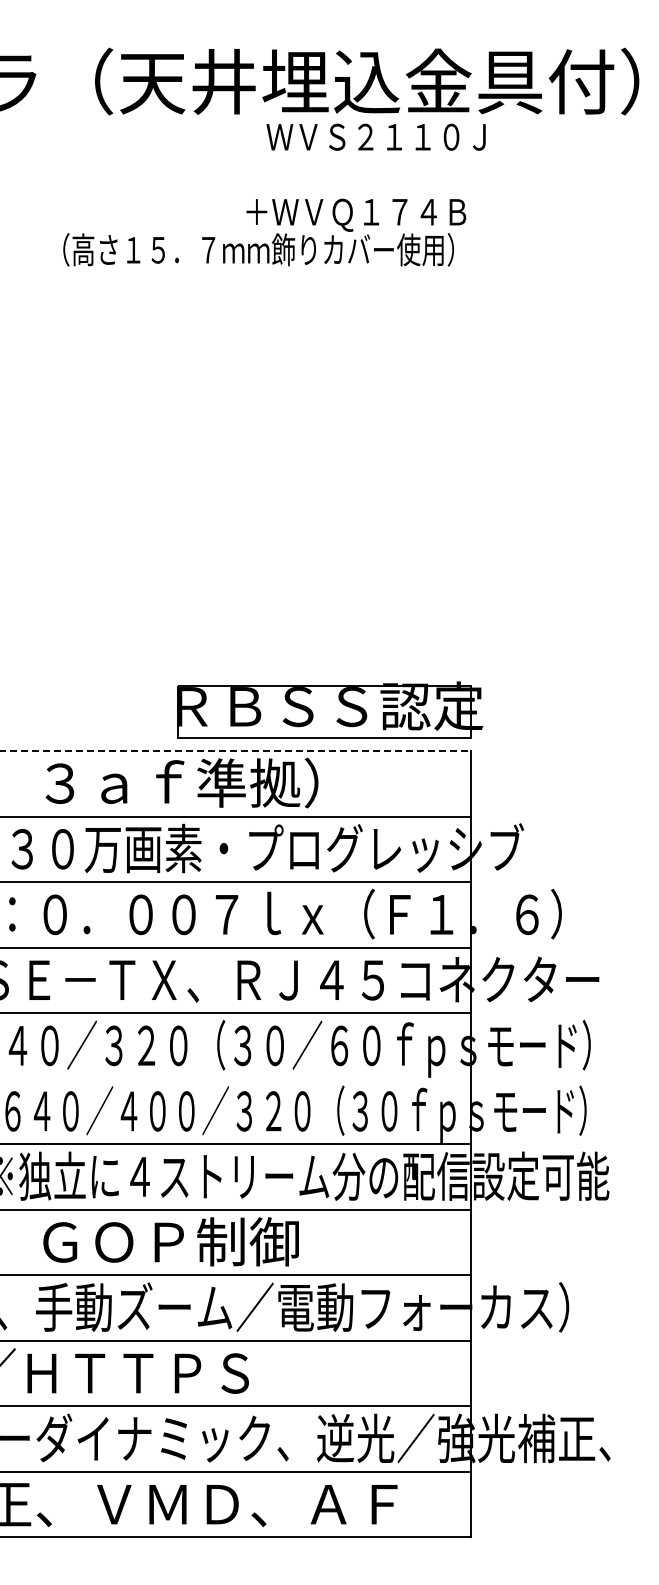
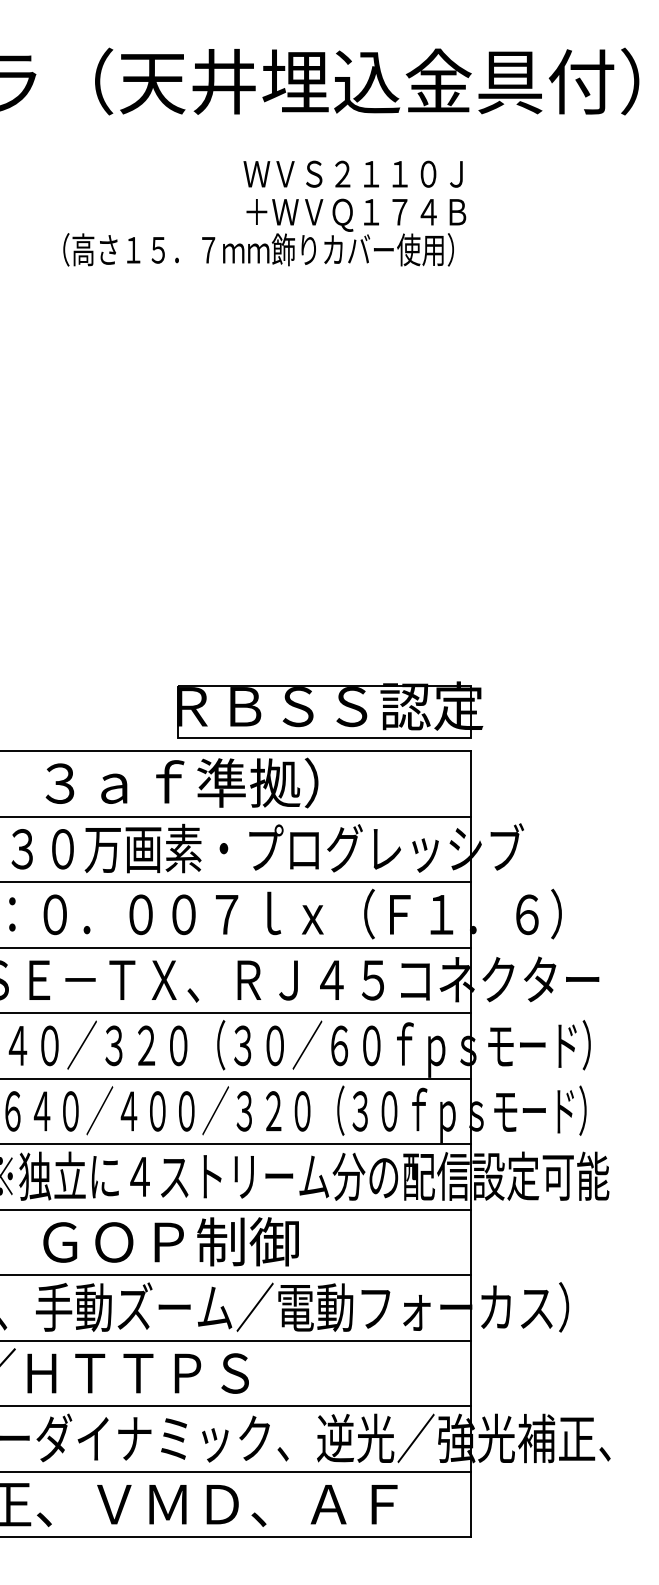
text at (375, 136) position: (375, 136) -> (352, 173)
line at (236, 751): dashed -> solid
line at (236, 1078): none -> present
